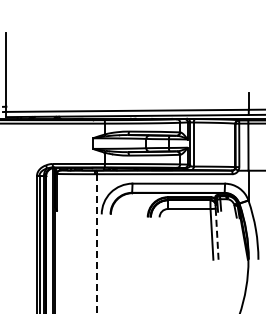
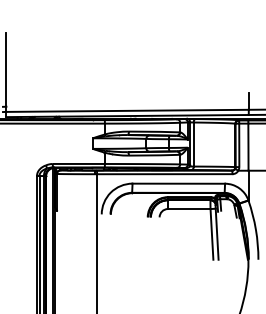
line at (217, 234): dashed -> solid
line at (97, 243): dashed -> solid
